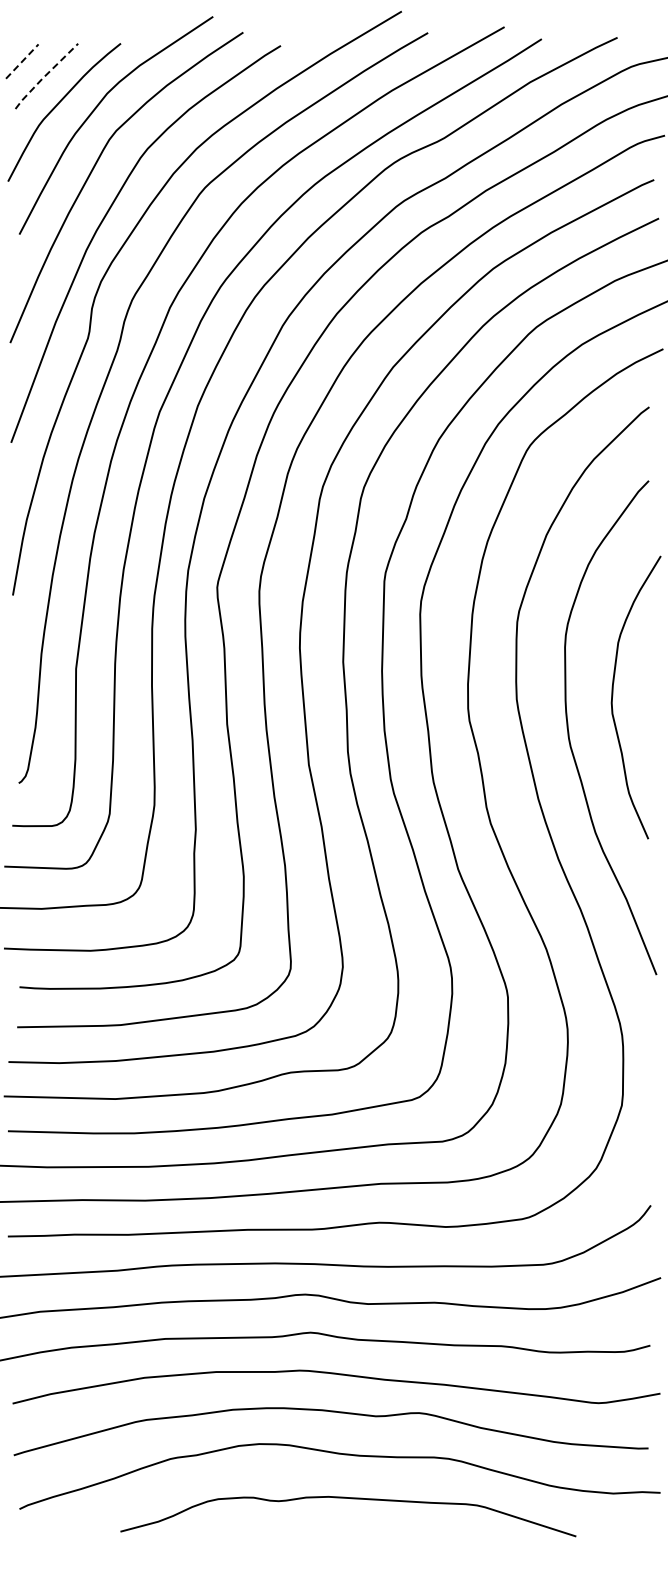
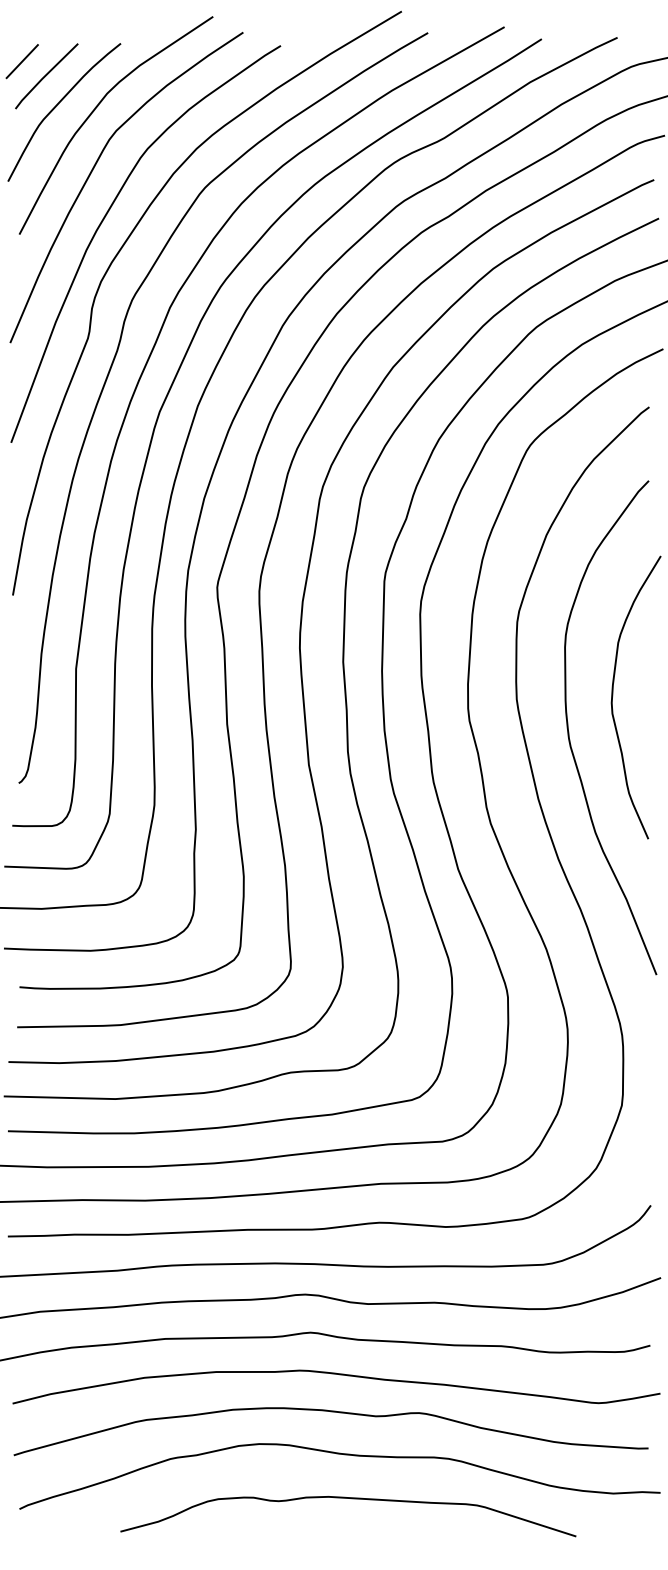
line at (22, 61): dashed -> solid
line at (44, 76): dashed -> solid
